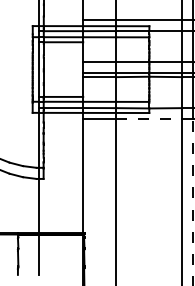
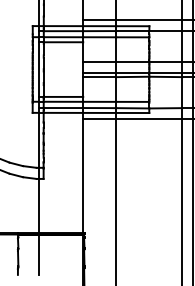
line at (149, 119): dashed -> solid
line at (193, 202): dashed -> solid
